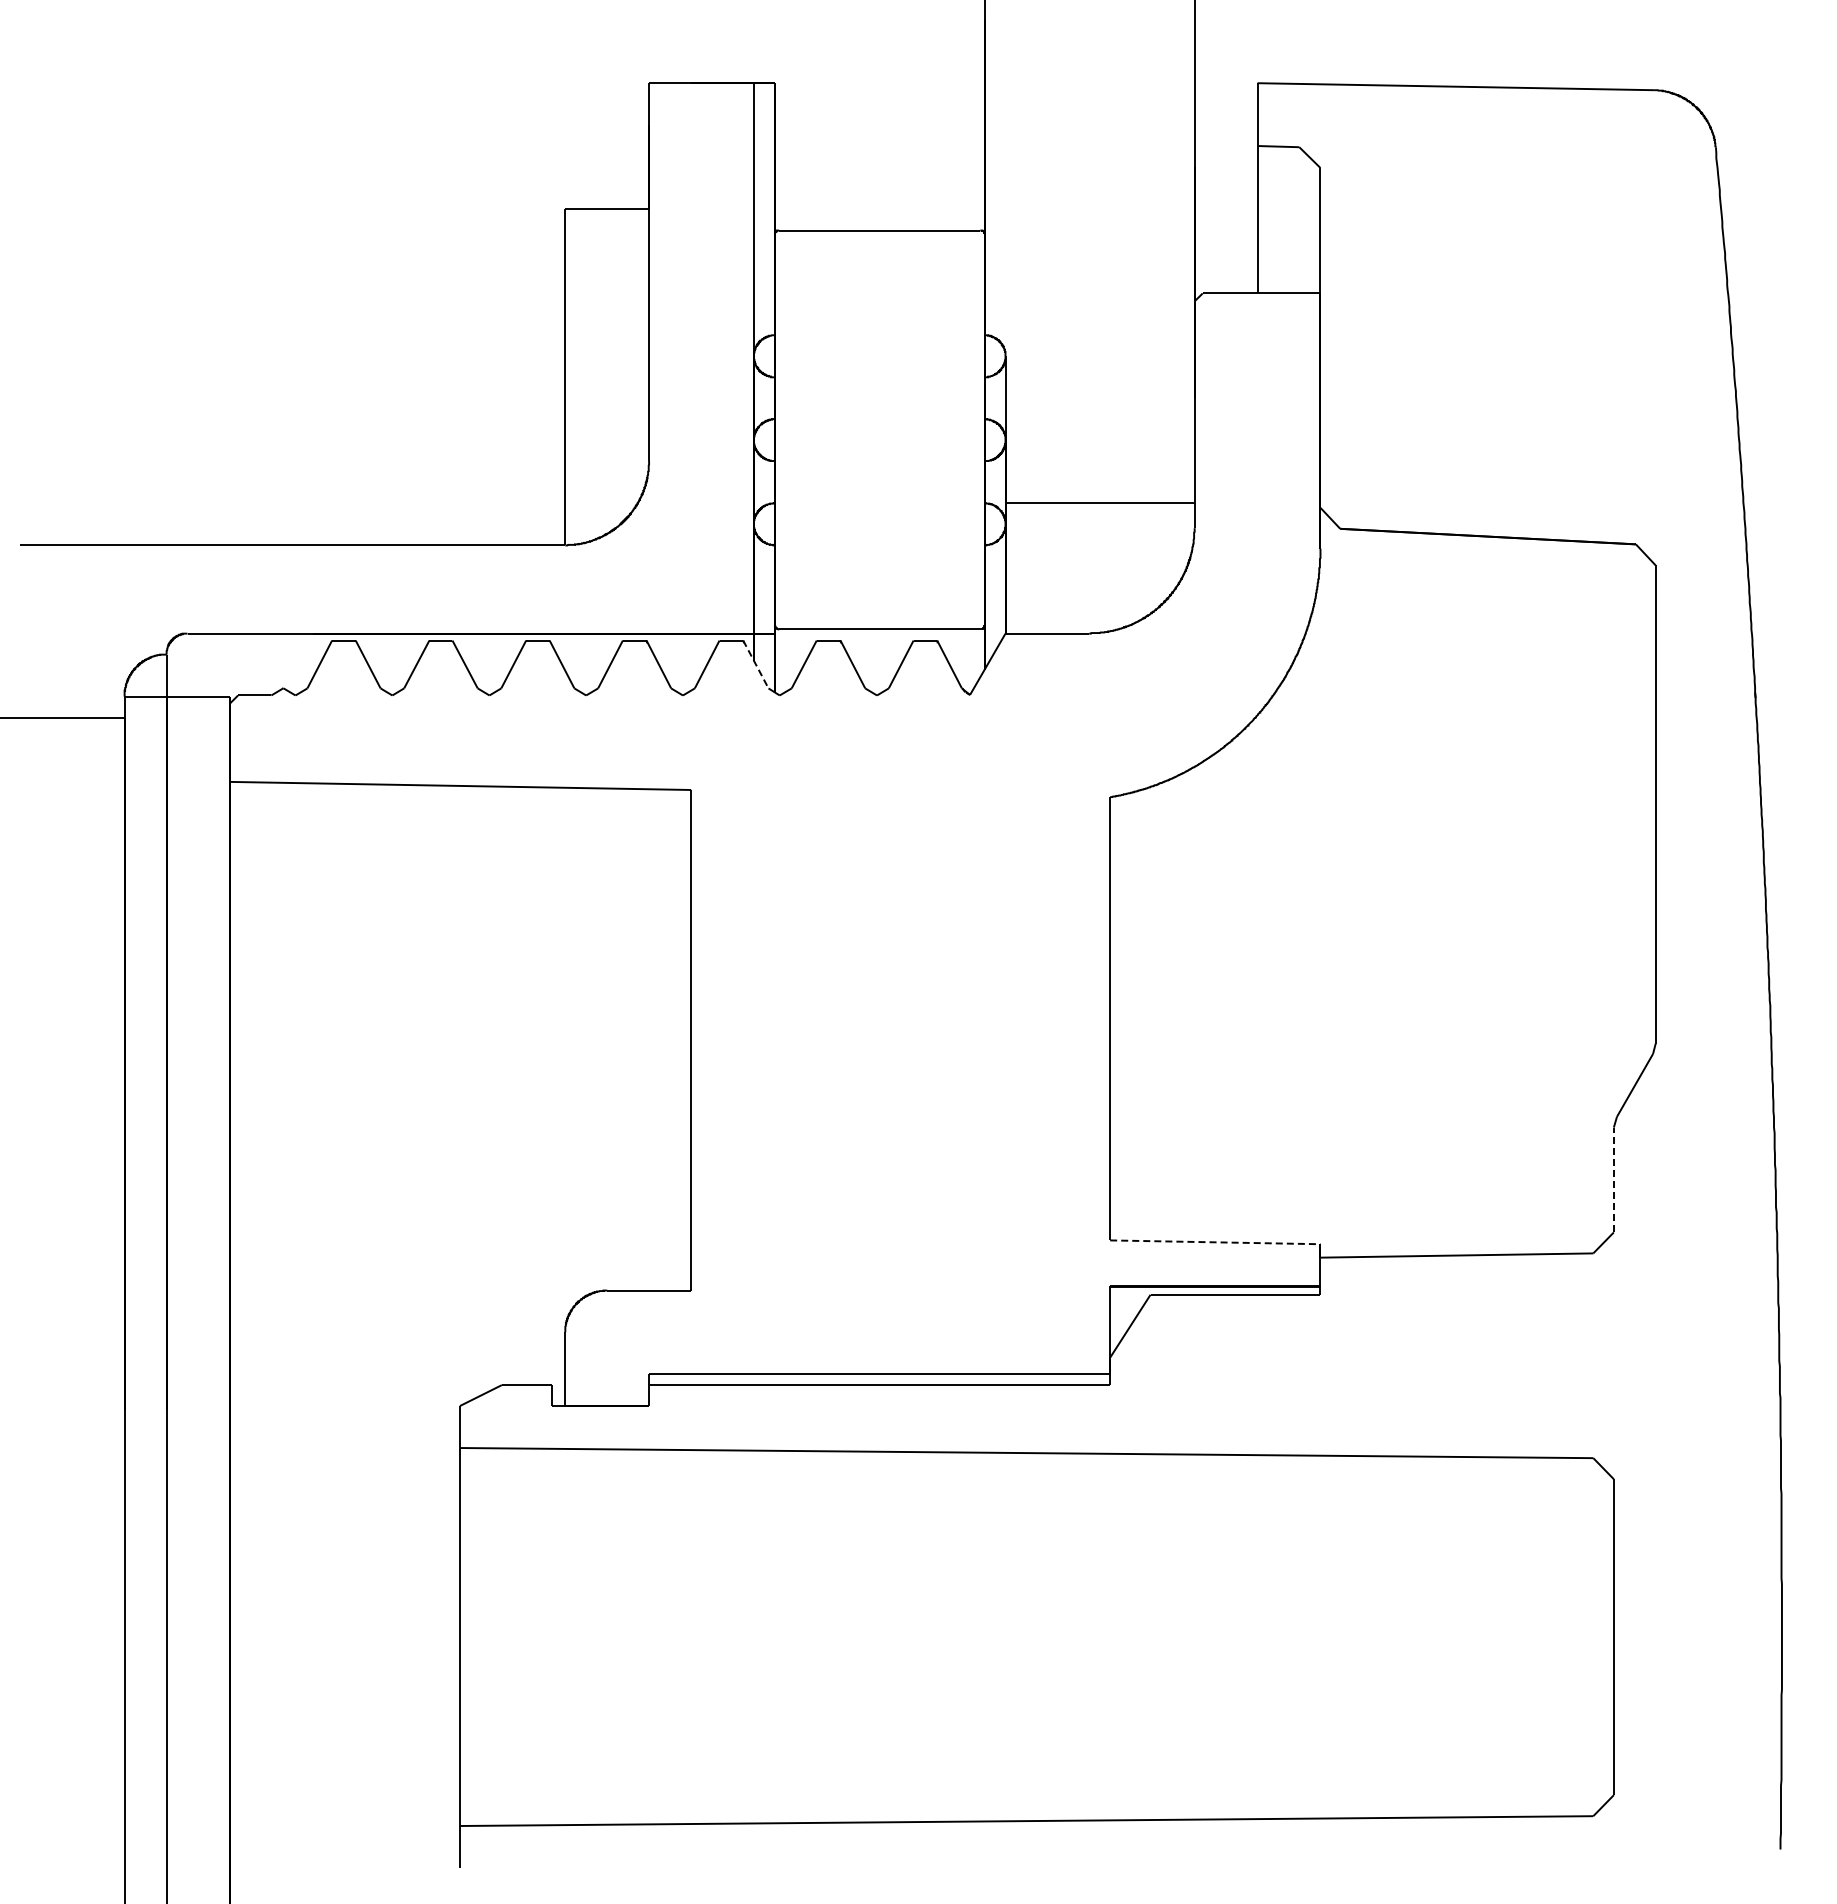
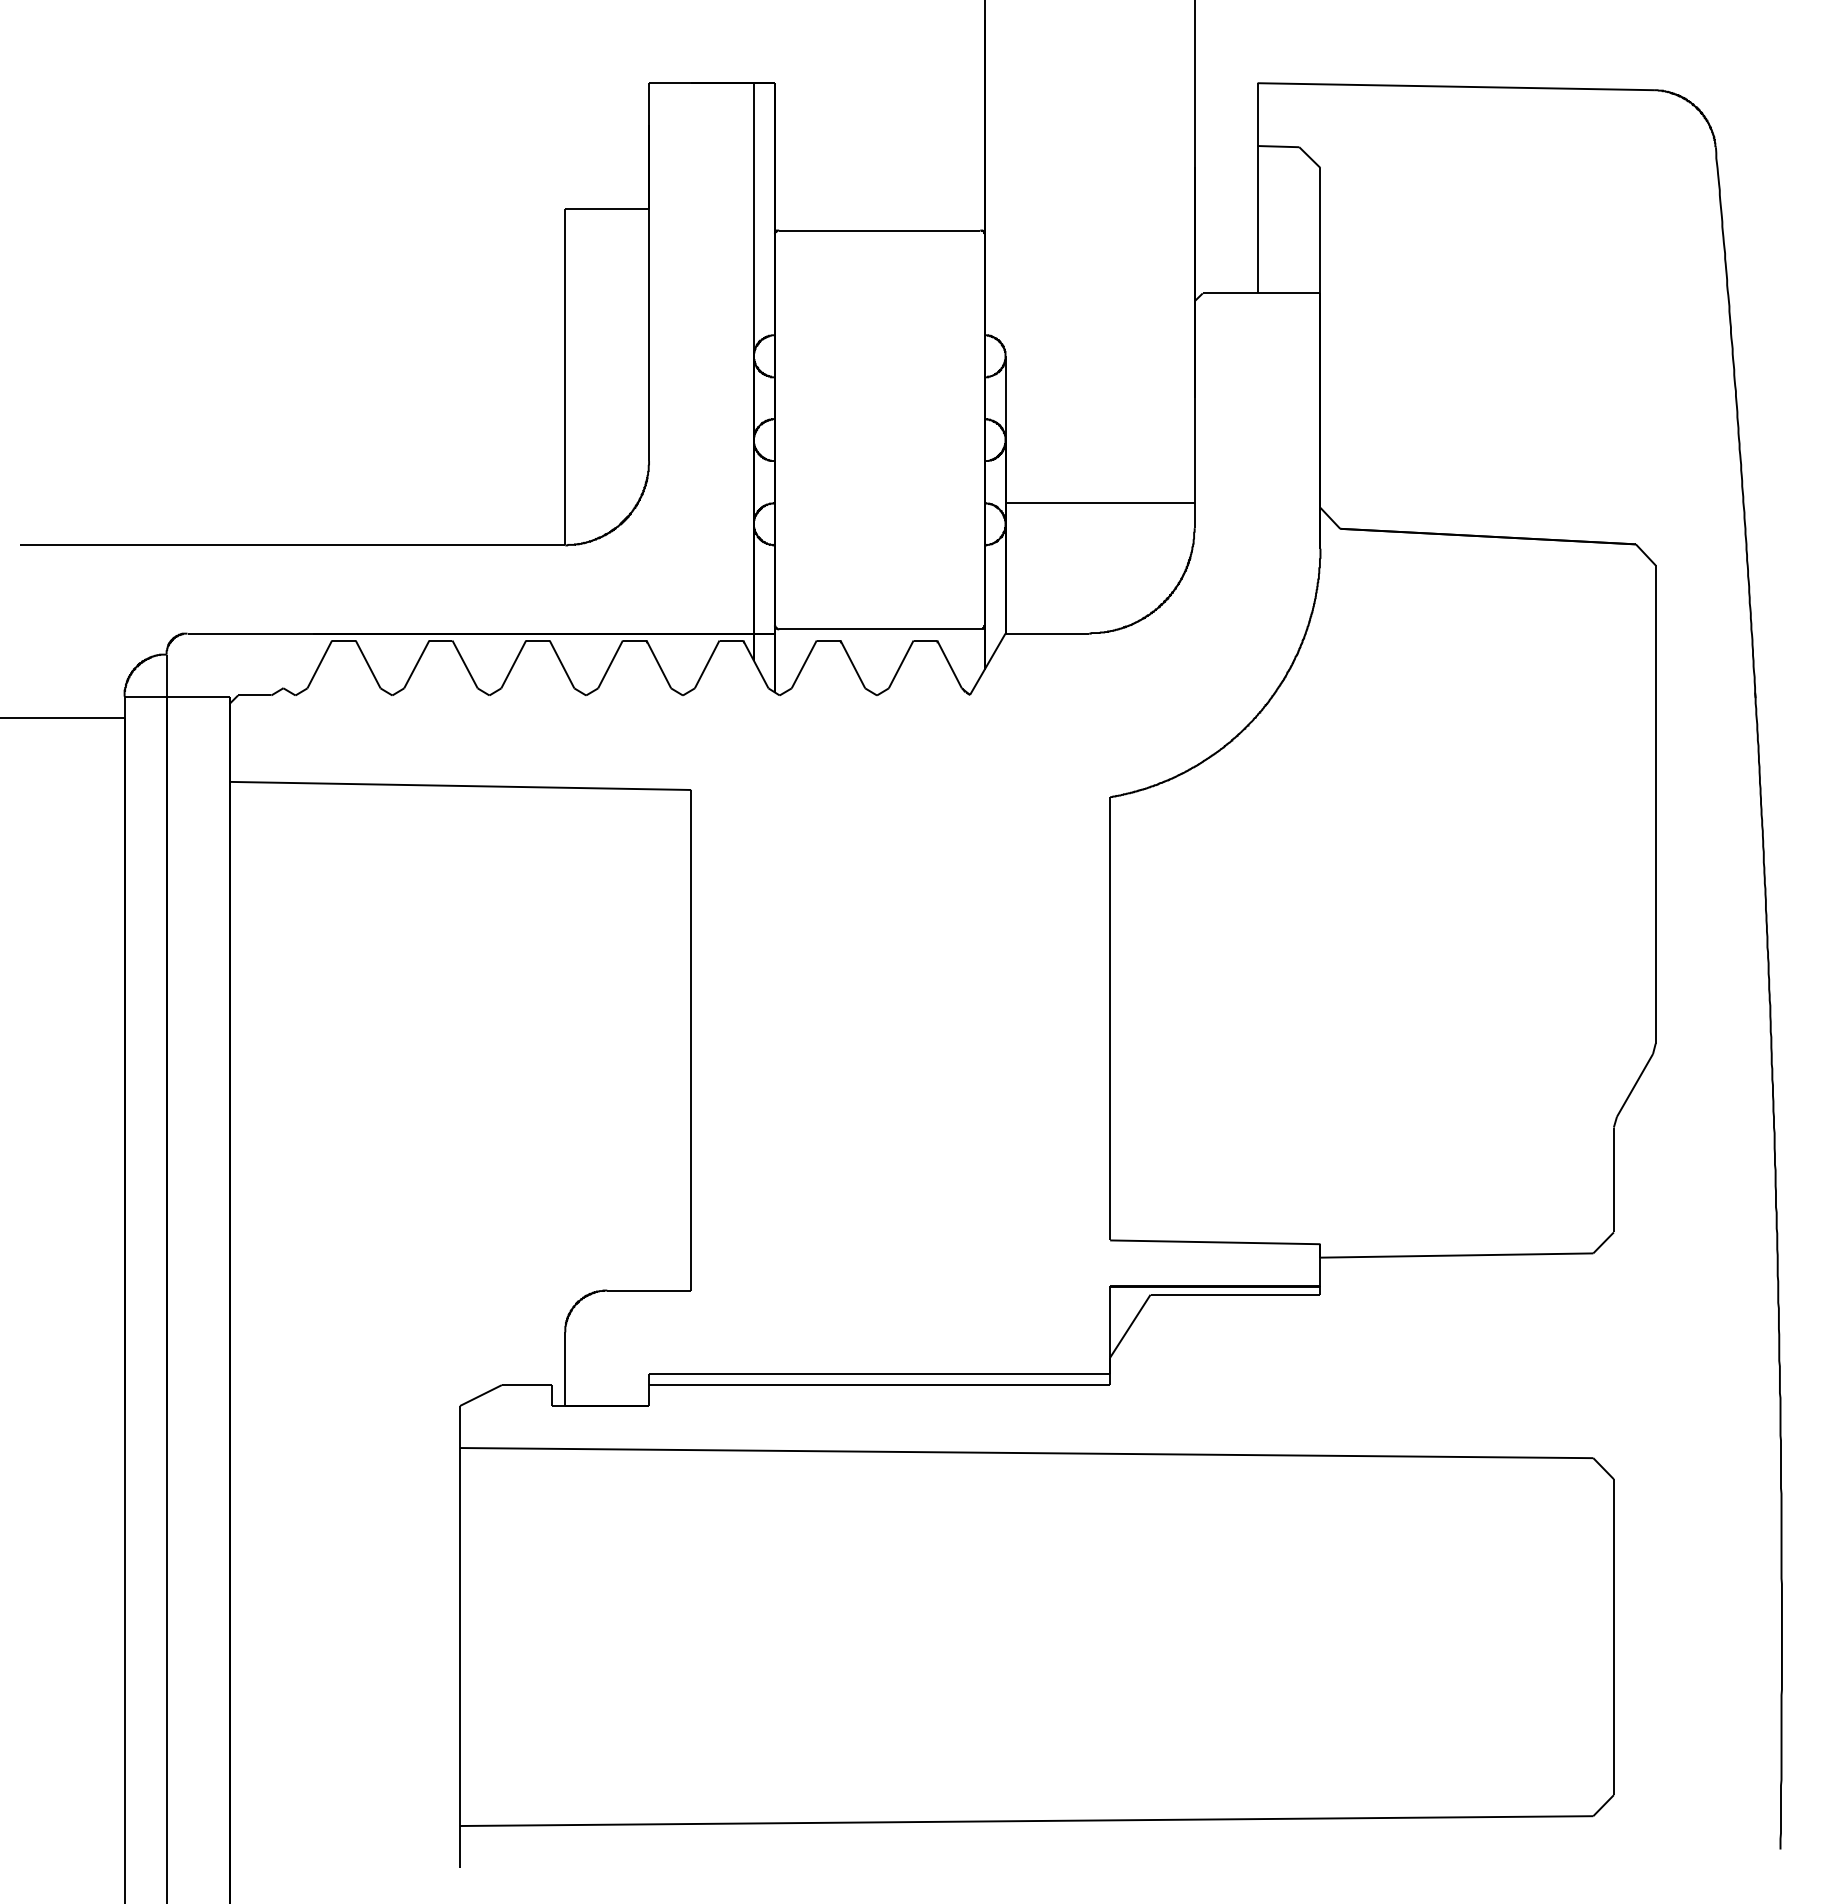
line at (756, 664): dashed -> solid
line at (1613, 1179): dashed -> solid
line at (1215, 1242): dashed -> solid
